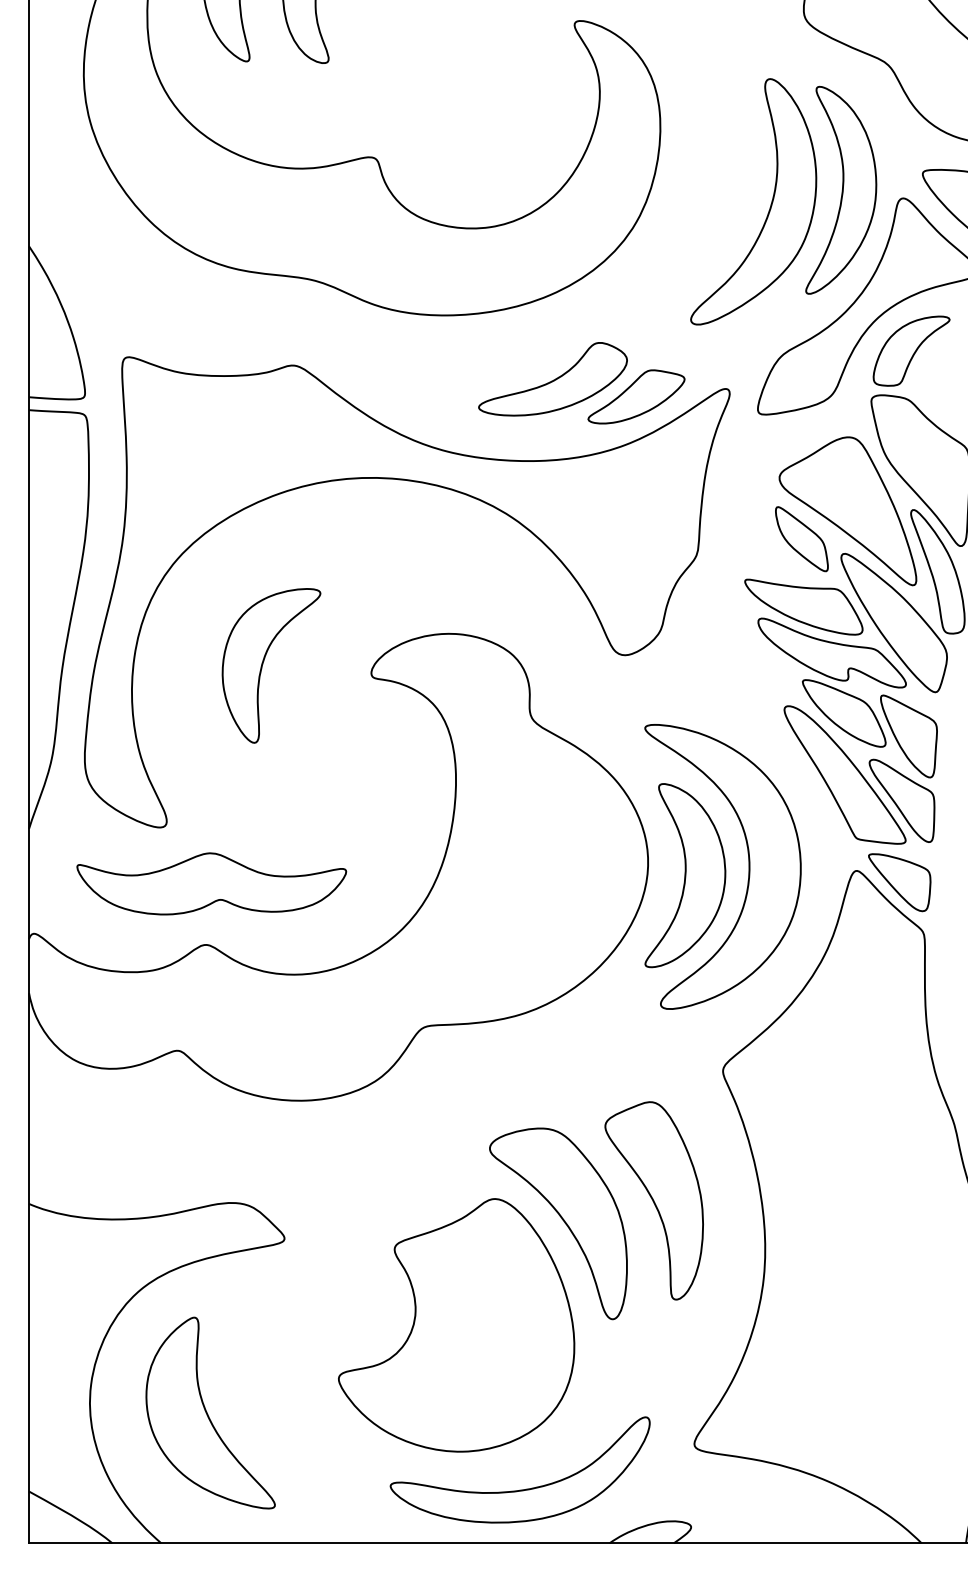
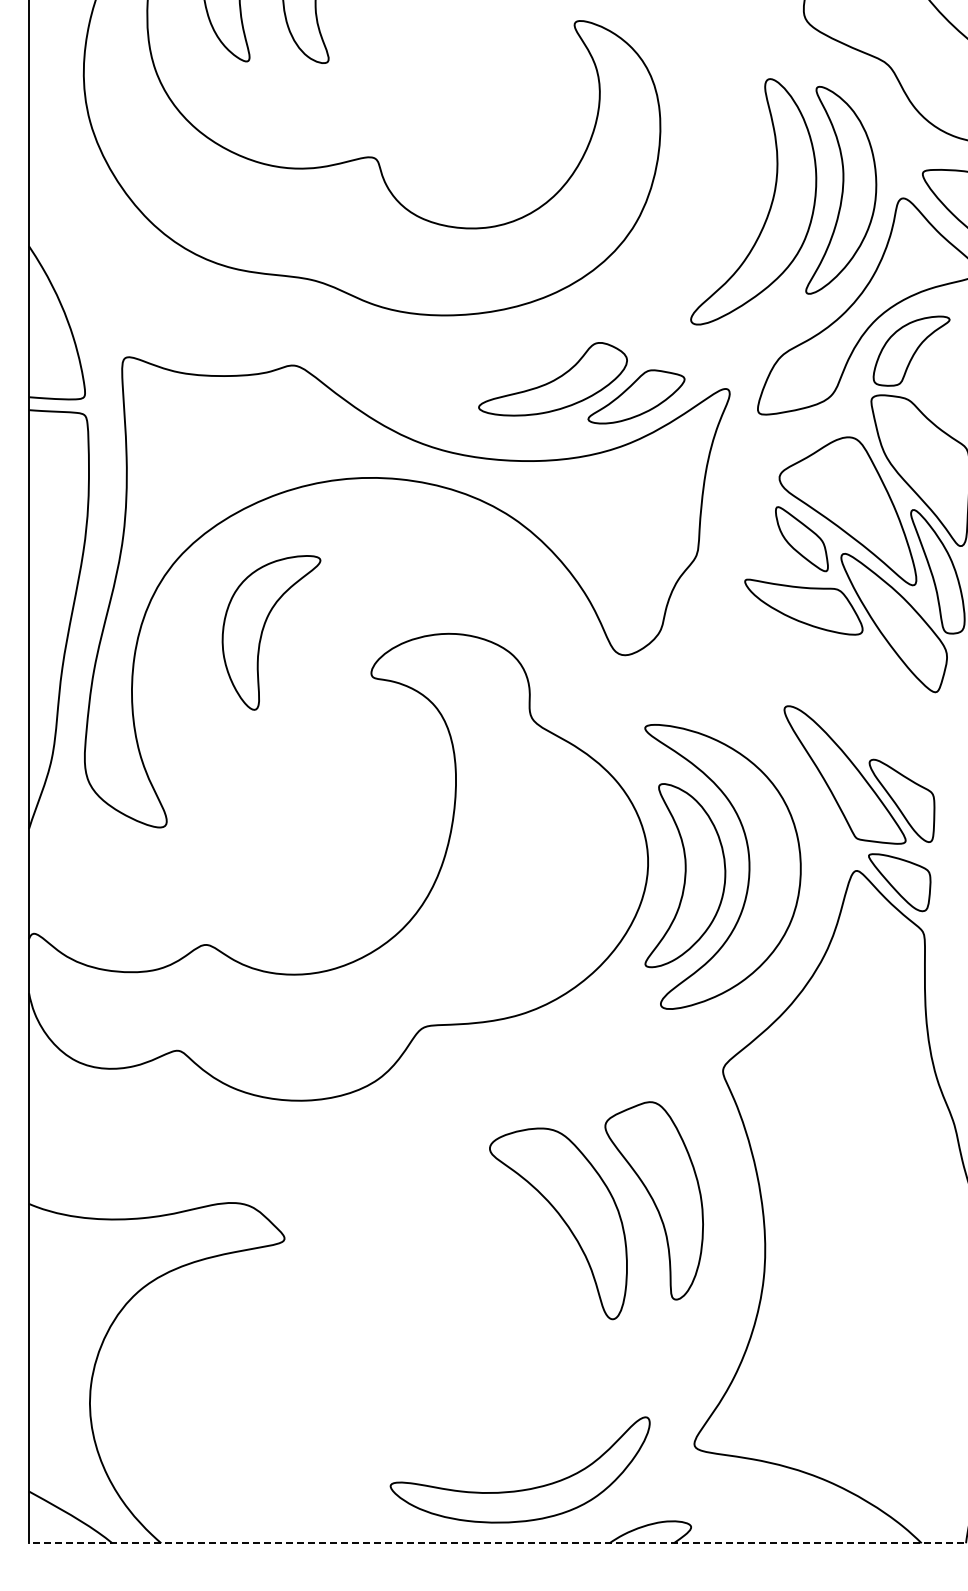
part at (264, 661) position: (264, 661) -> (264, 628)
part at (847, 697): present -> none
part at (211, 883): present -> none
part at (456, 1325): present -> none
part at (210, 1412): present -> none
line at (498, 1543): solid -> dashed
